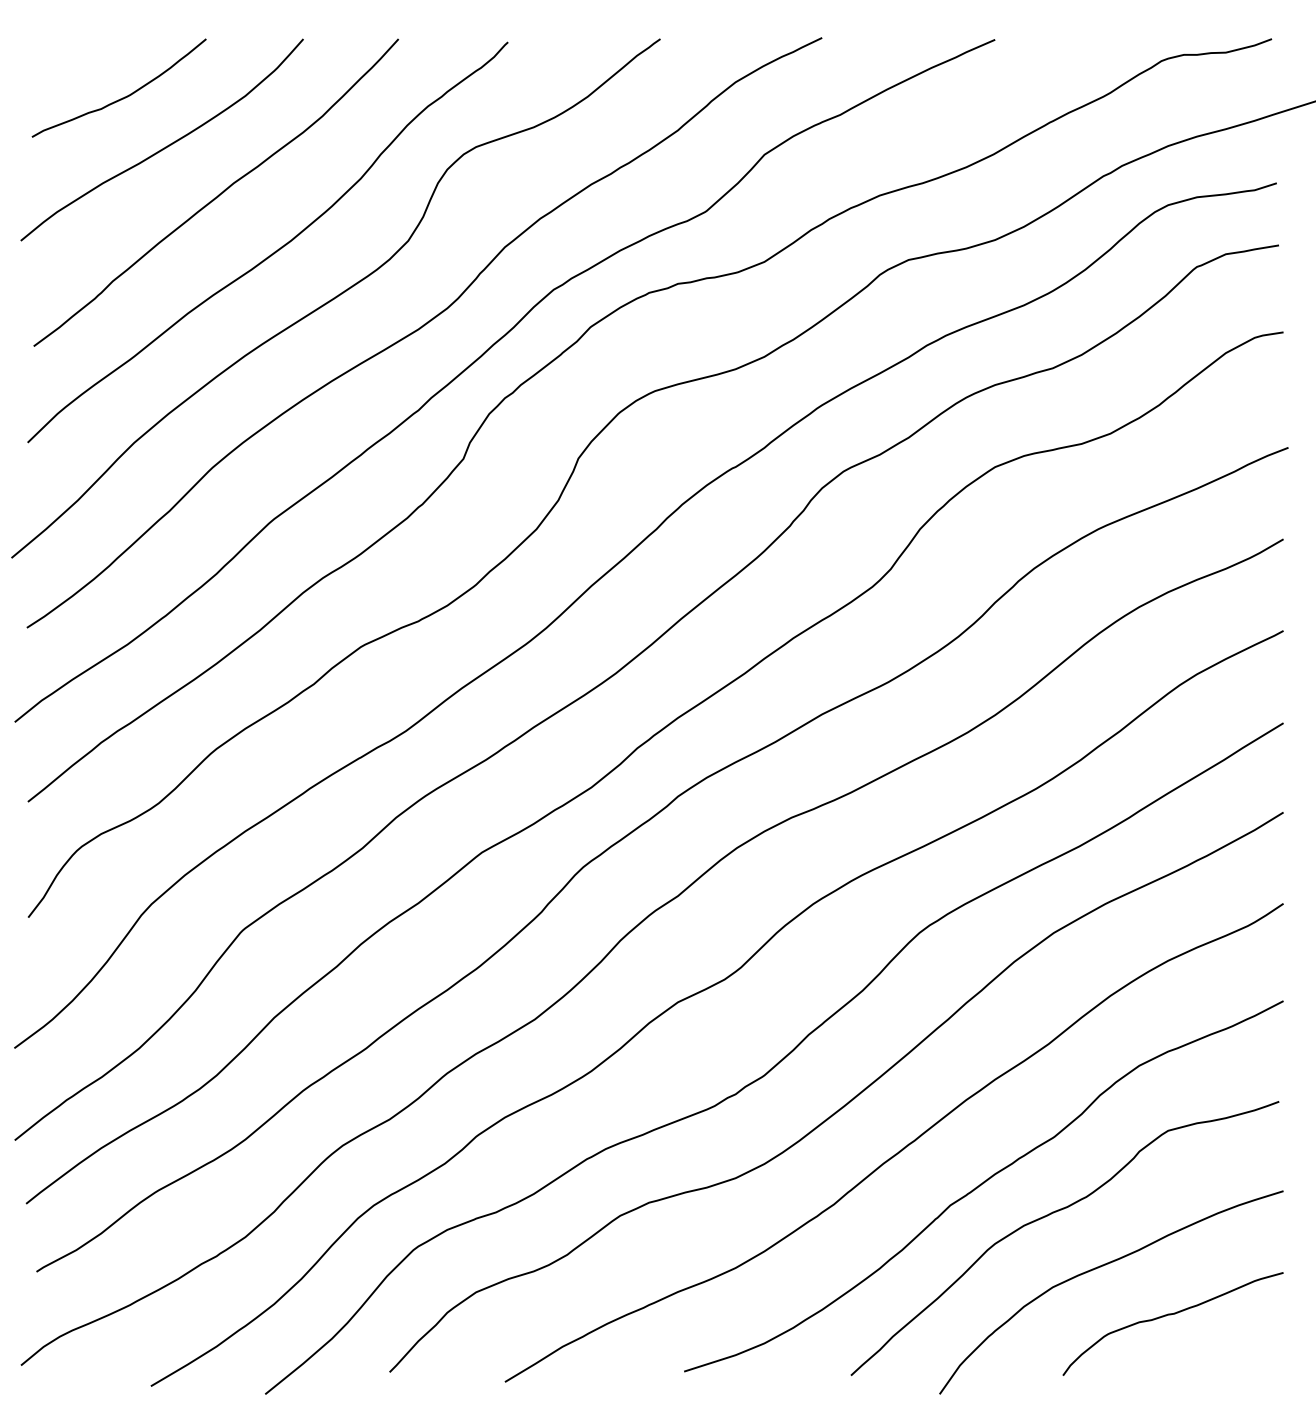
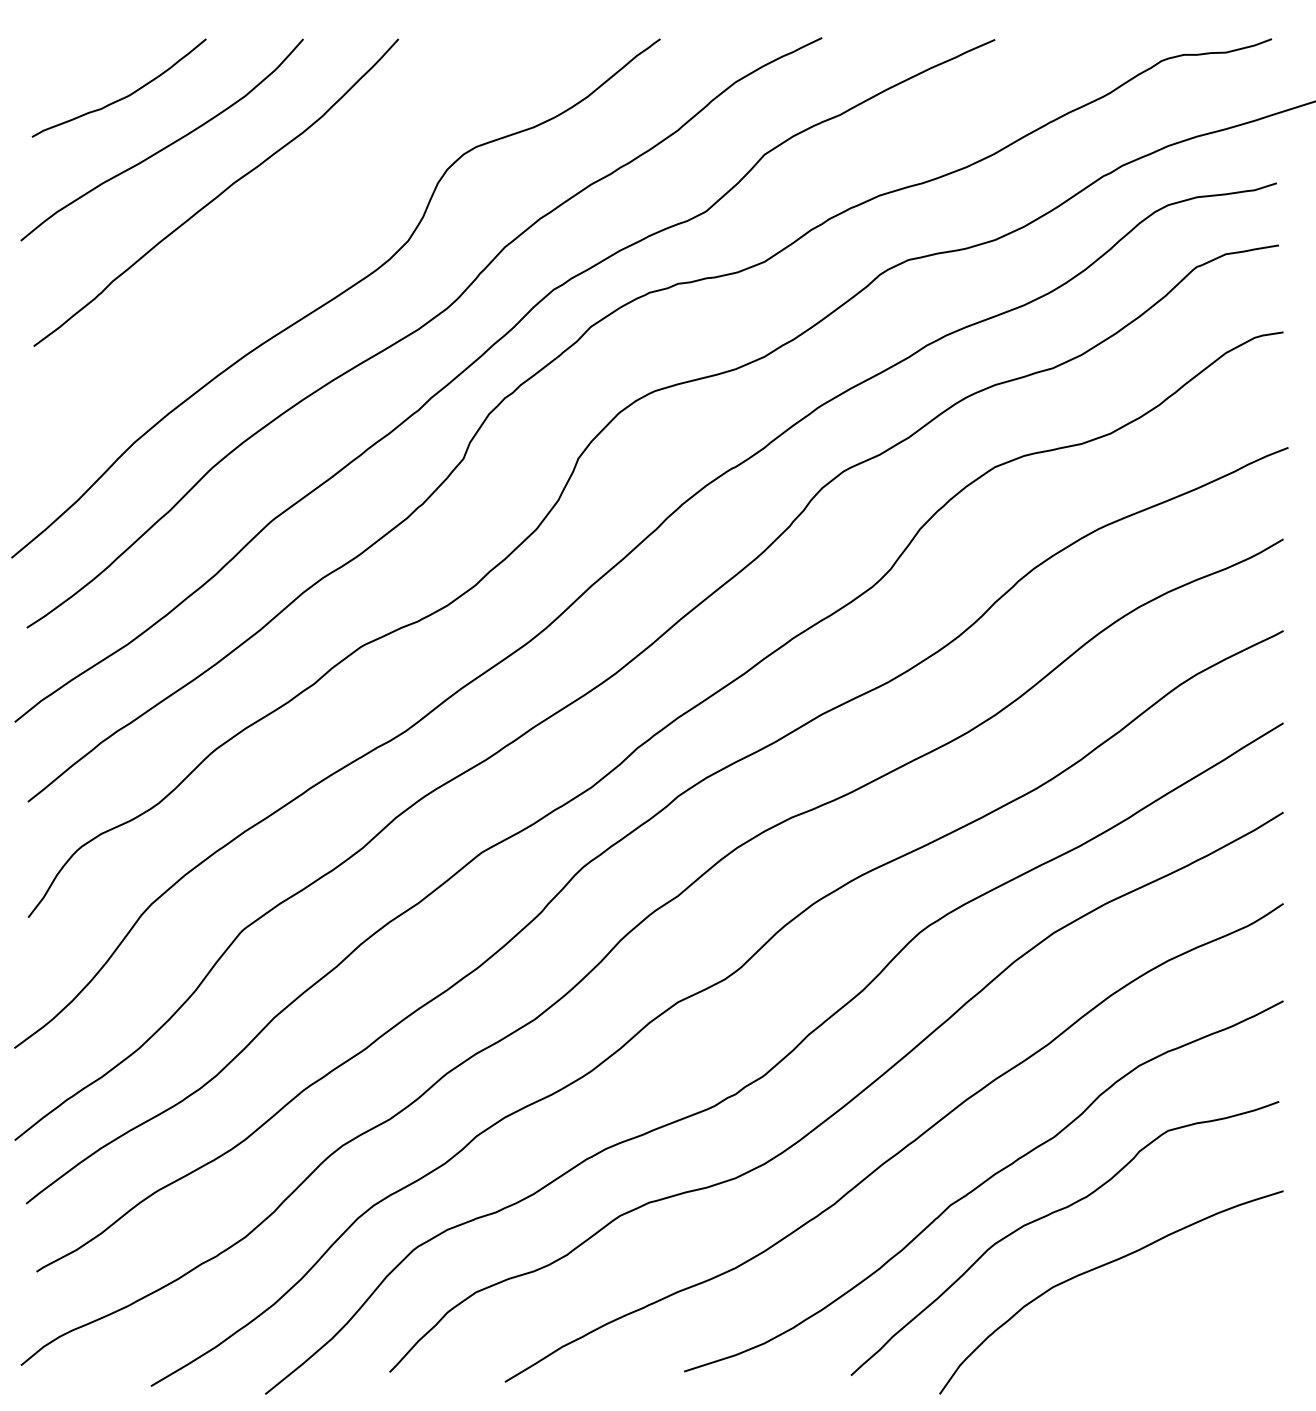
curve at (274, 251): present -> none
curve at (1171, 1315): present -> none
